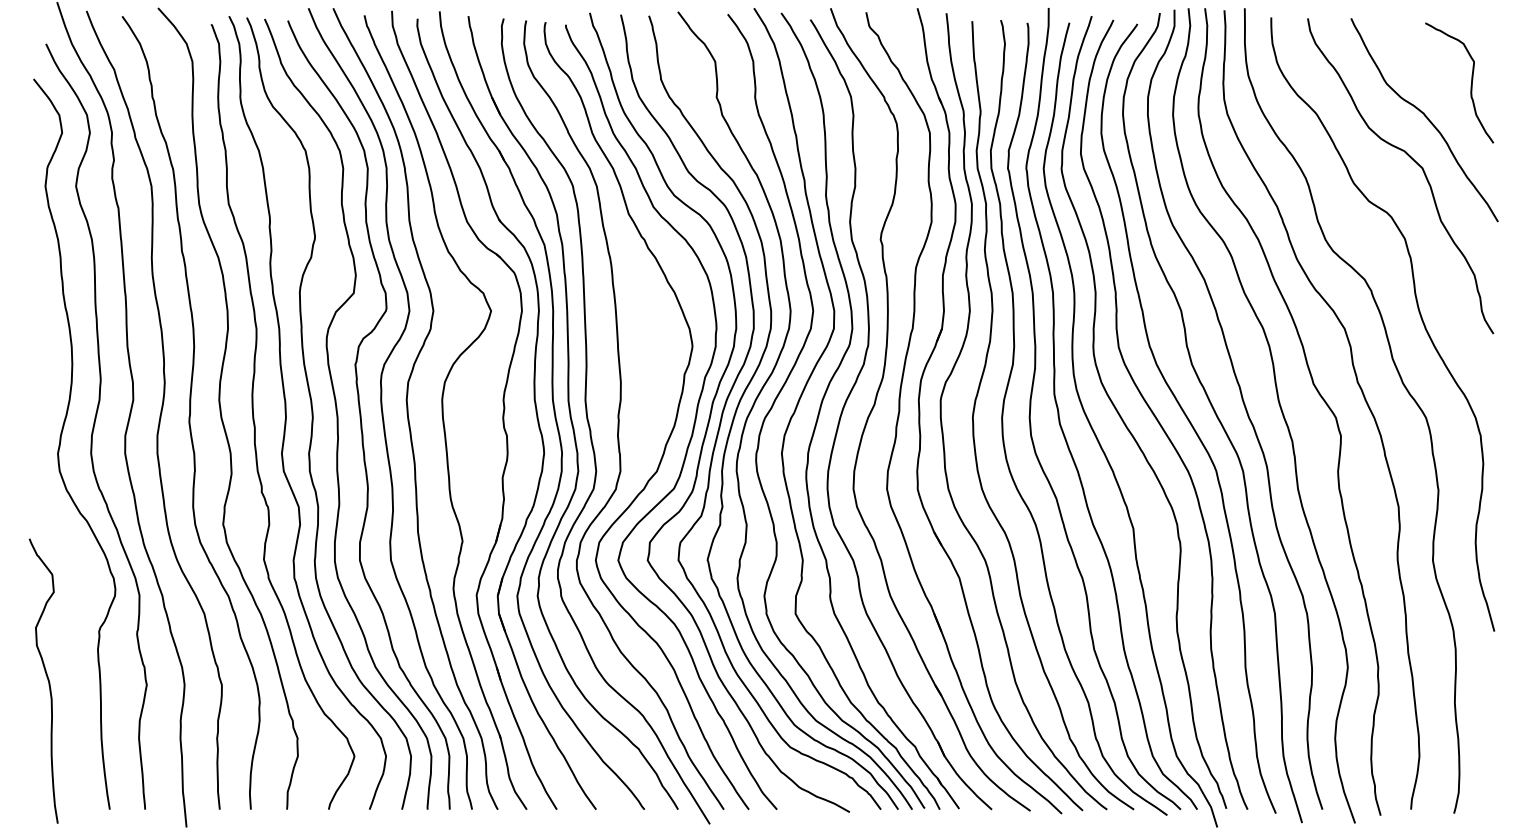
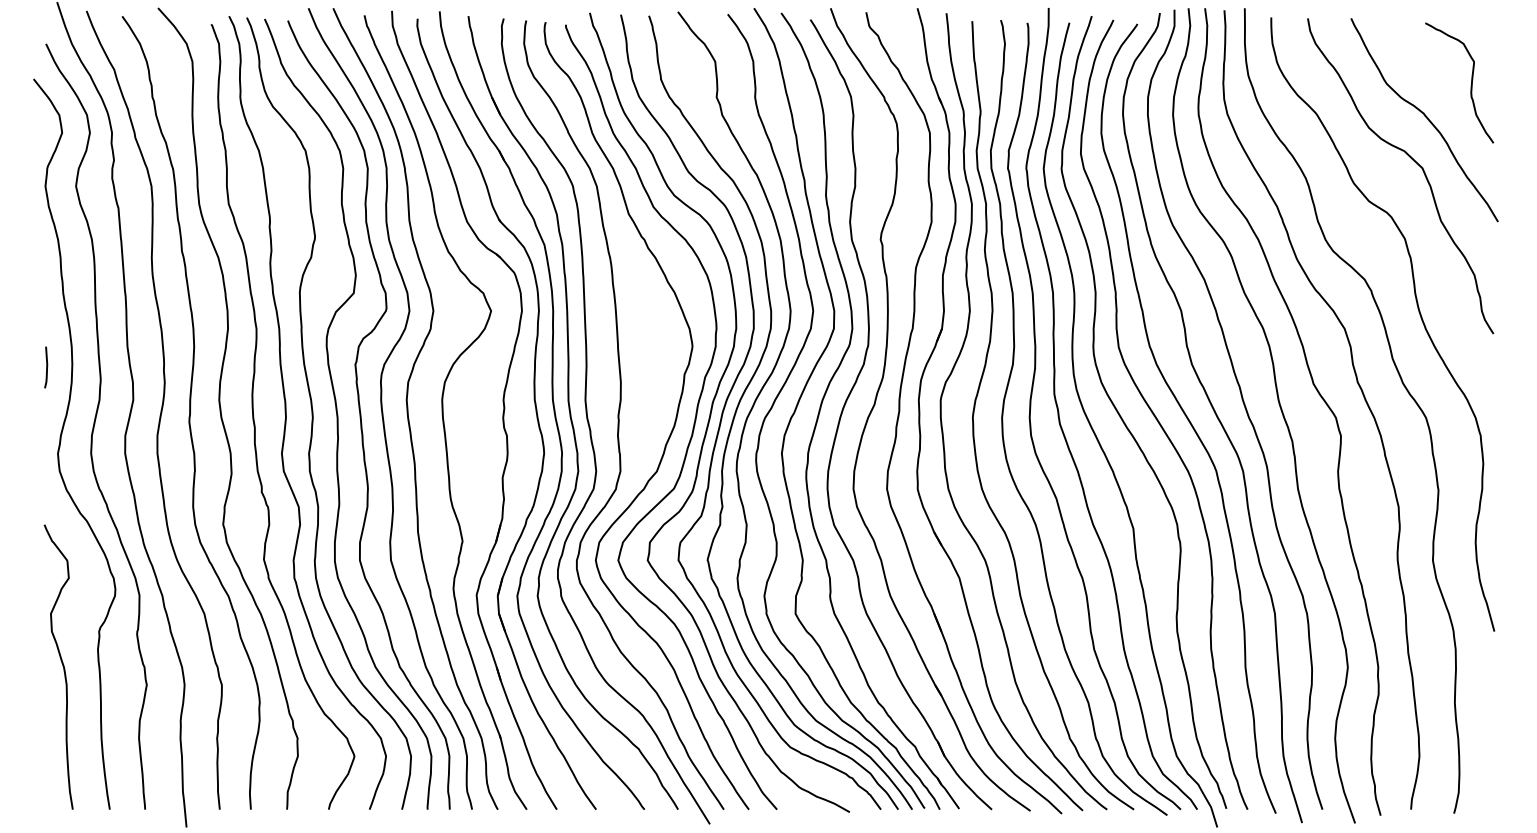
line at (46, 367): none -> present
curve at (47, 680) position: (47, 680) -> (62, 666)
